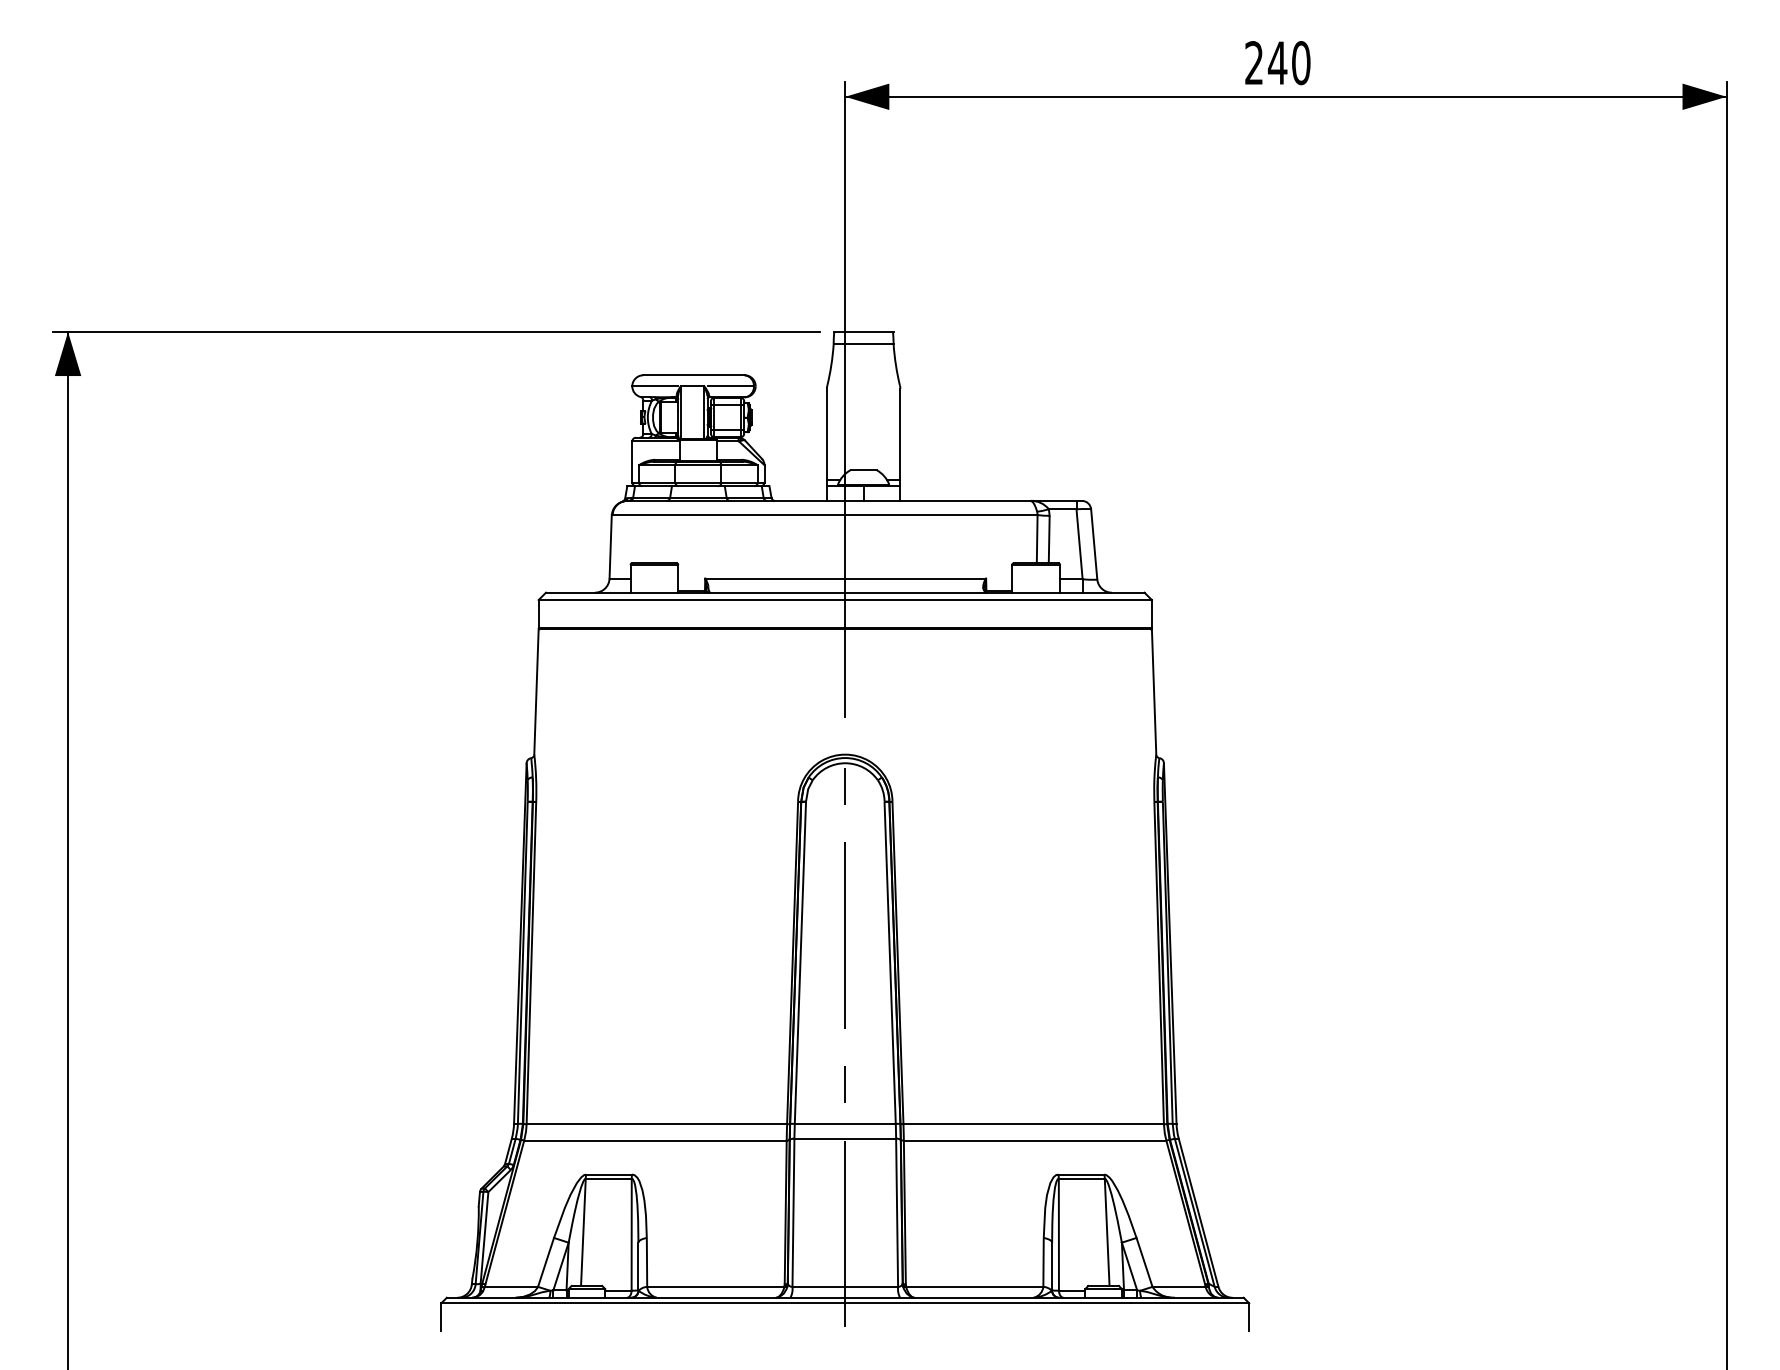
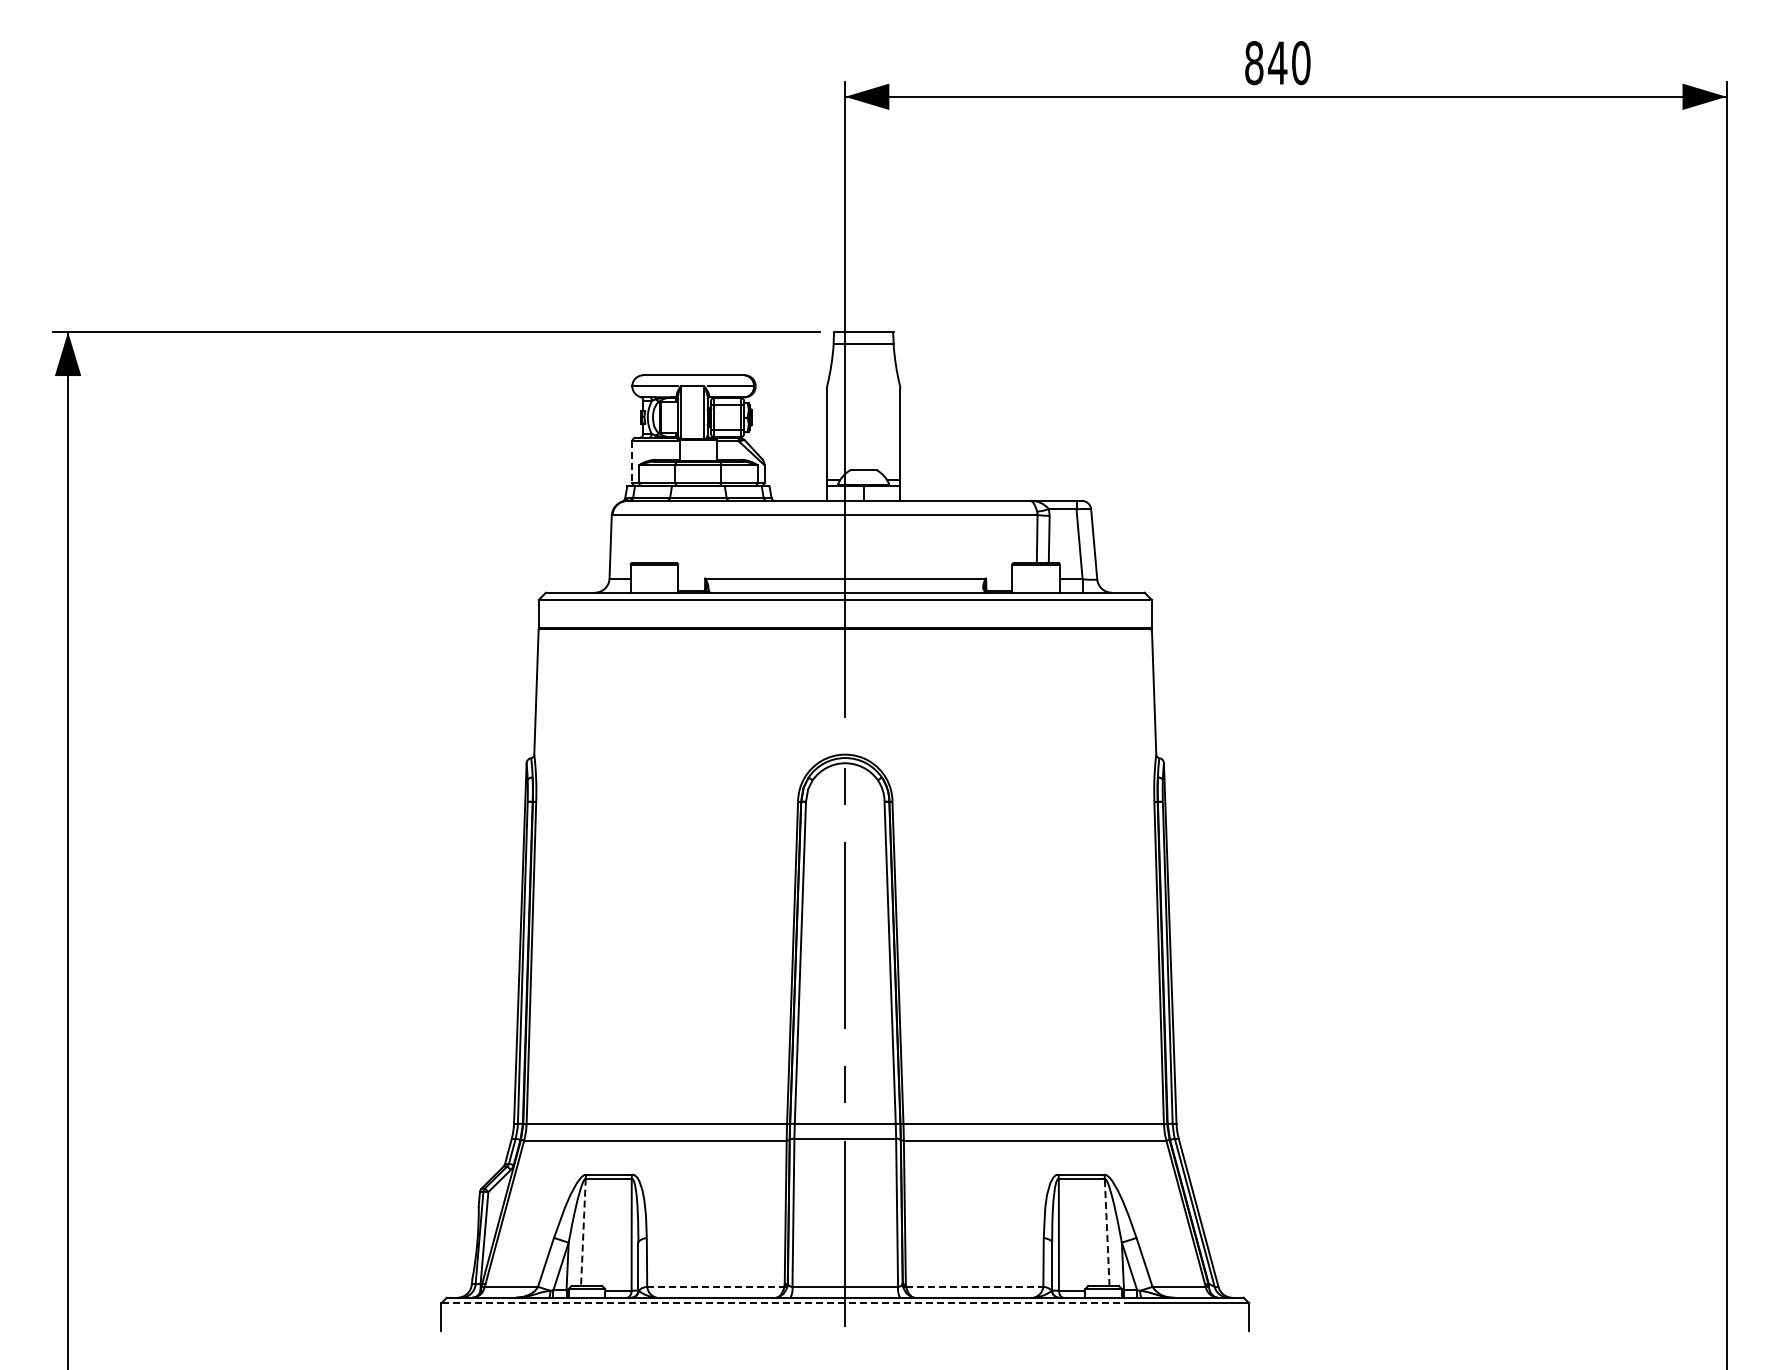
text at (1254, 63): 240 -> 840
line at (632, 461): solid -> dashed
line at (583, 1232): solid -> dashed
line at (1107, 1232): solid -> dashed
line at (715, 1286): solid -> dashed
line at (974, 1286): solid -> dashed
line at (786, 1303): solid -> dashed
